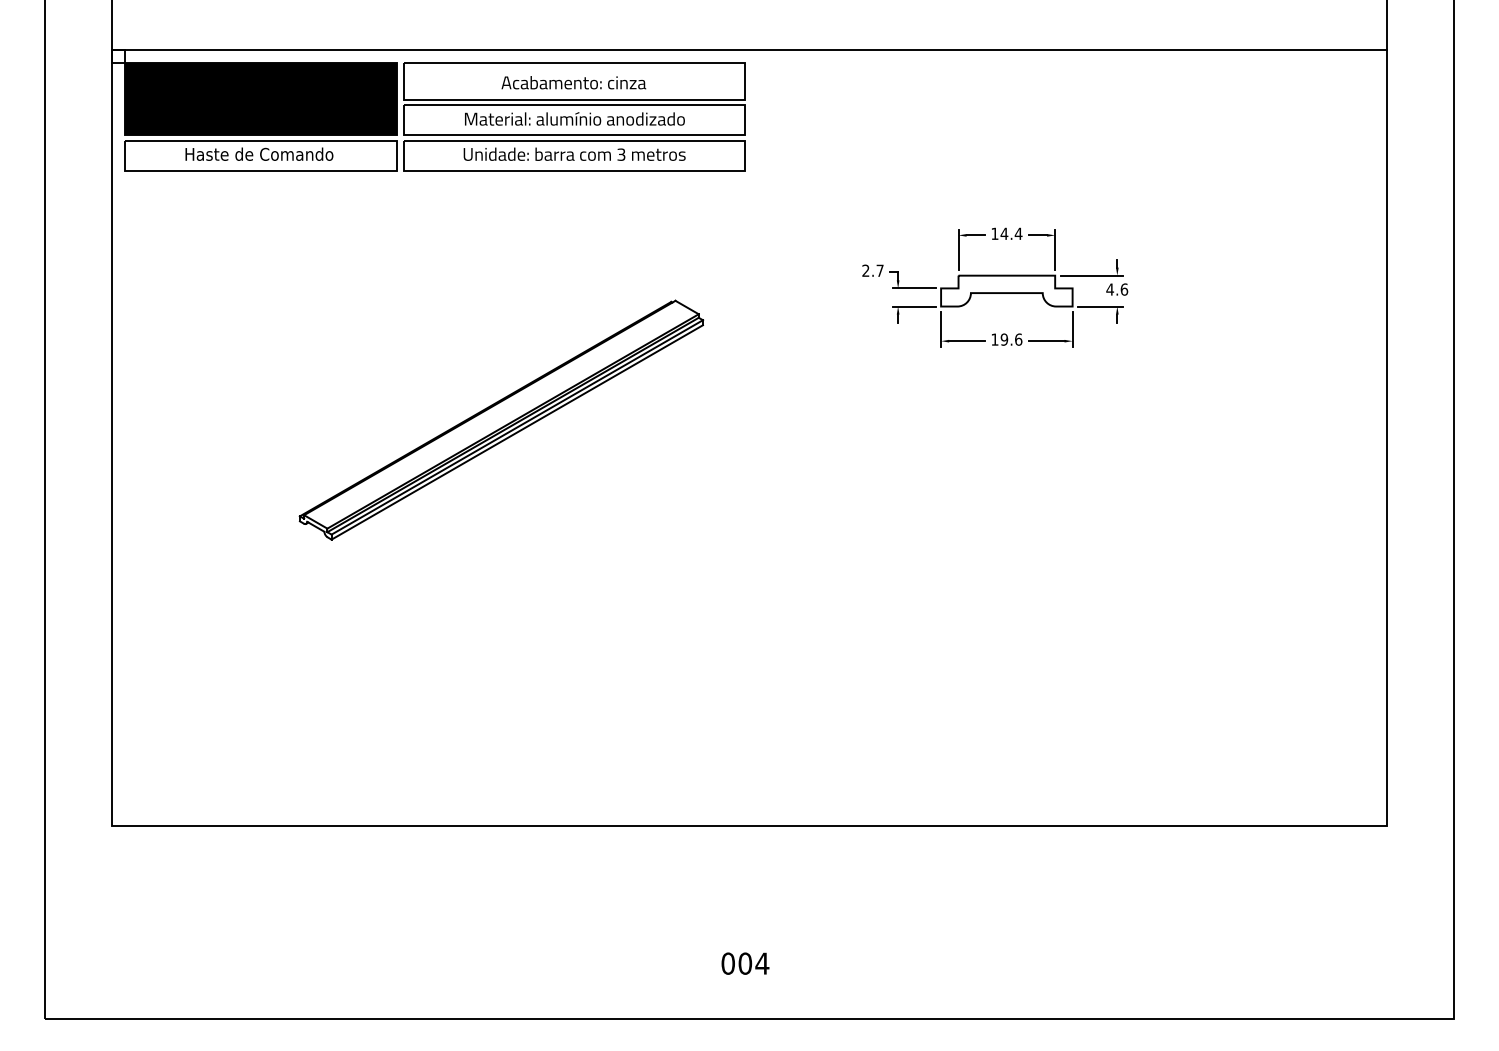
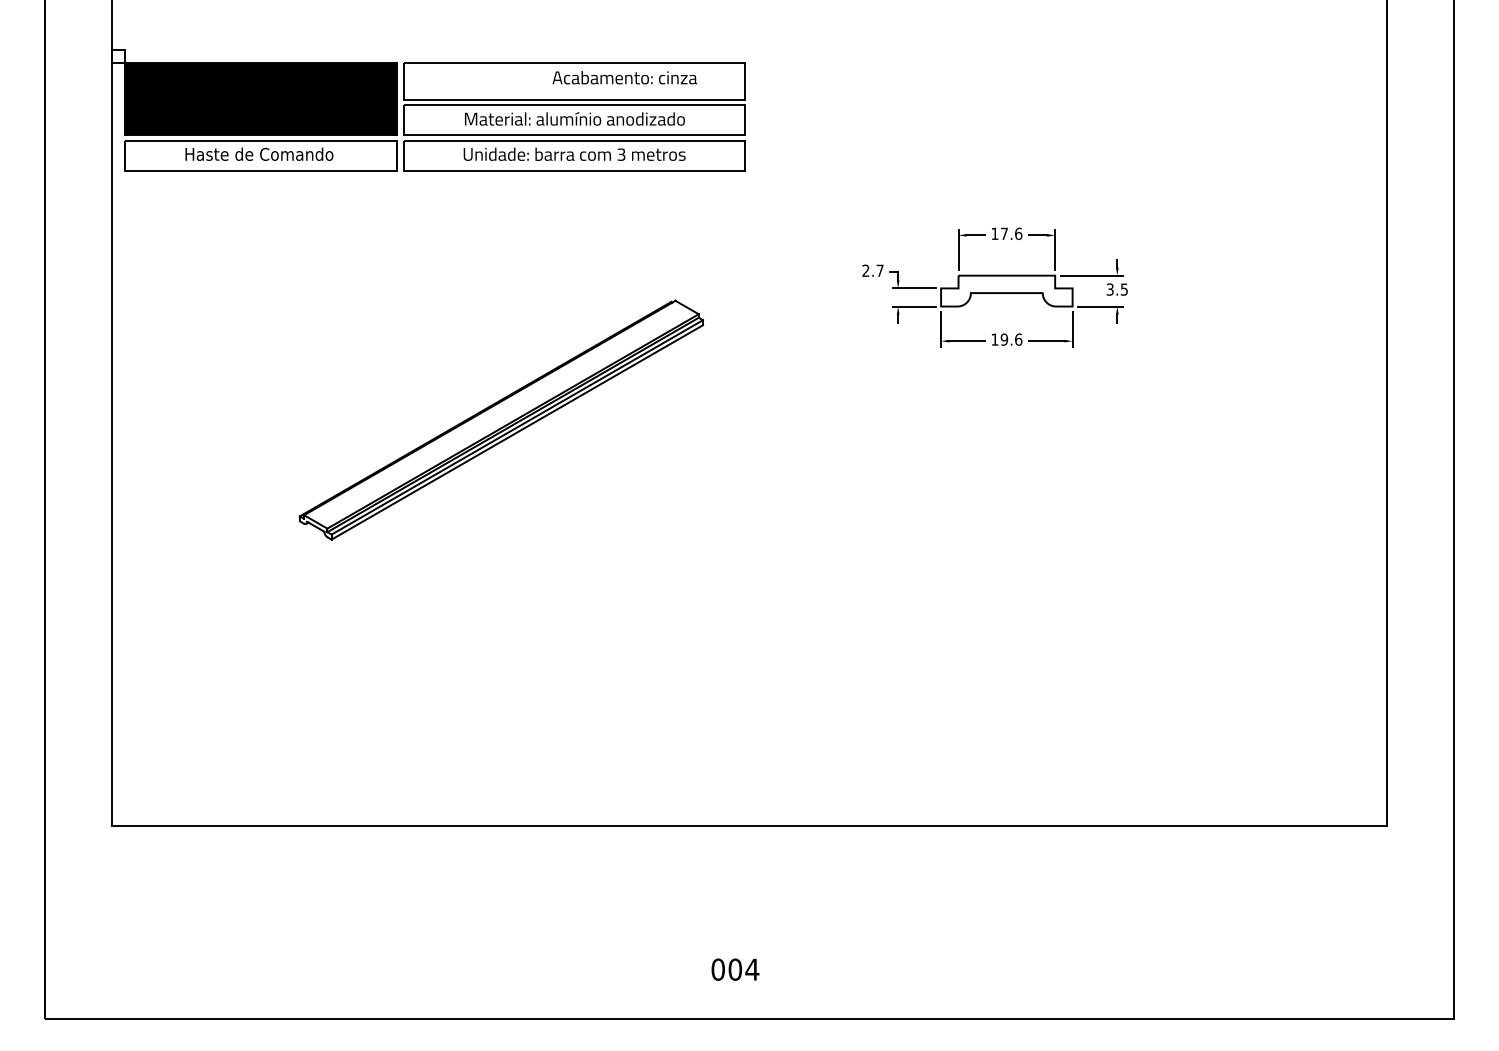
line at (749, 49): present -> none
text at (573, 82) position: (573, 82) -> (624, 77)
text at (1011, 233): 14.4 -> 17.6
text at (1117, 289): 4.6 -> 3.5
text at (745, 963) position: (745, 963) -> (735, 969)
